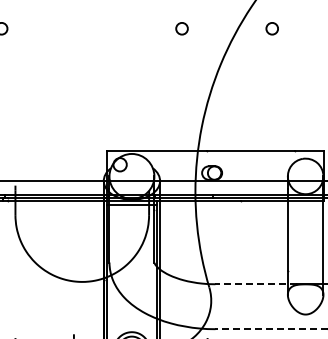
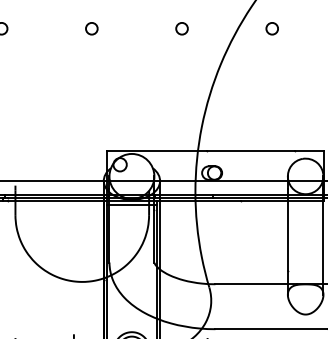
circle at (91, 28): none -> present
line at (256, 284): dashed -> solid
line at (271, 329): dashed -> solid
